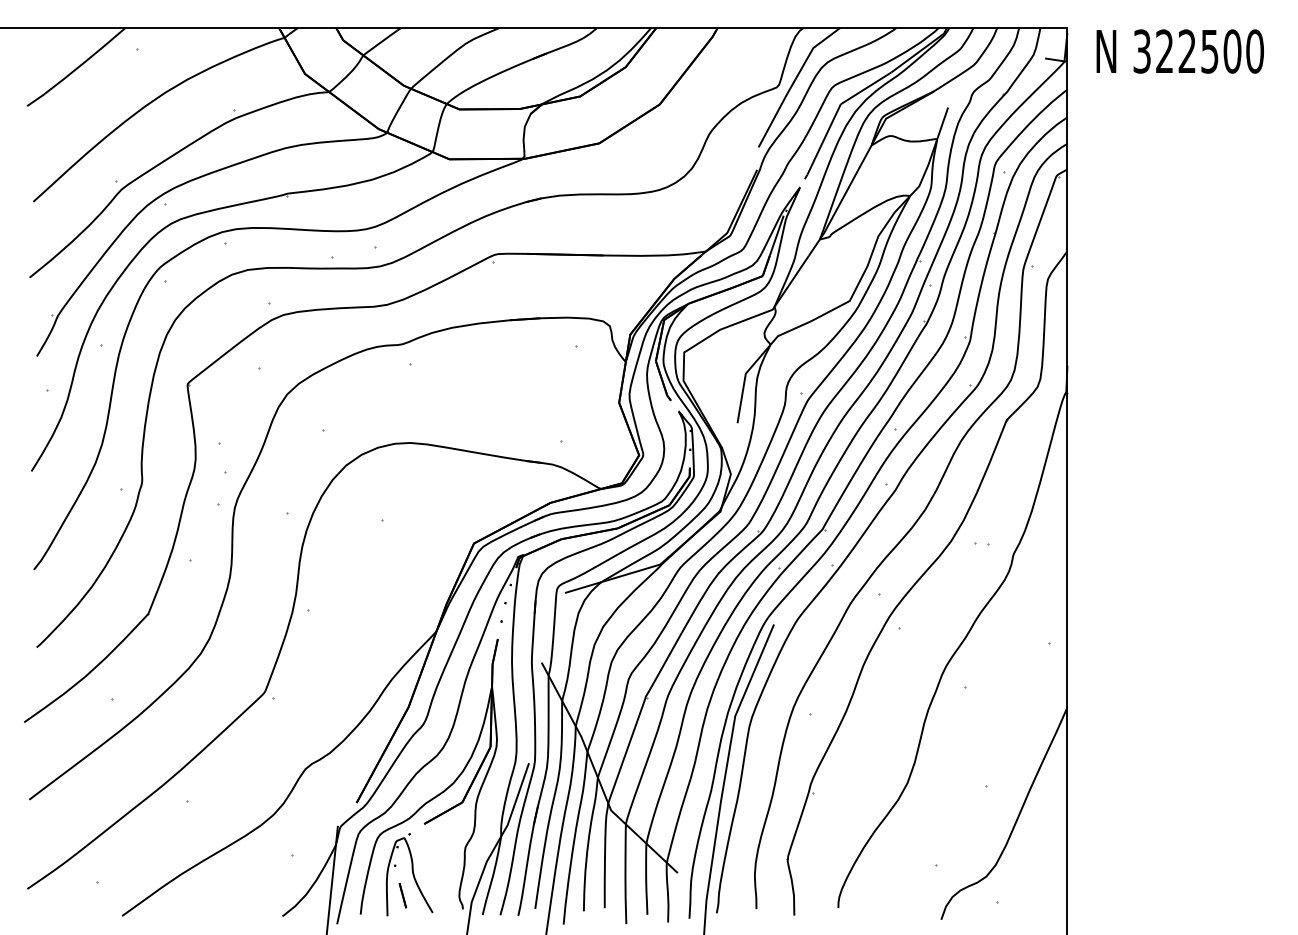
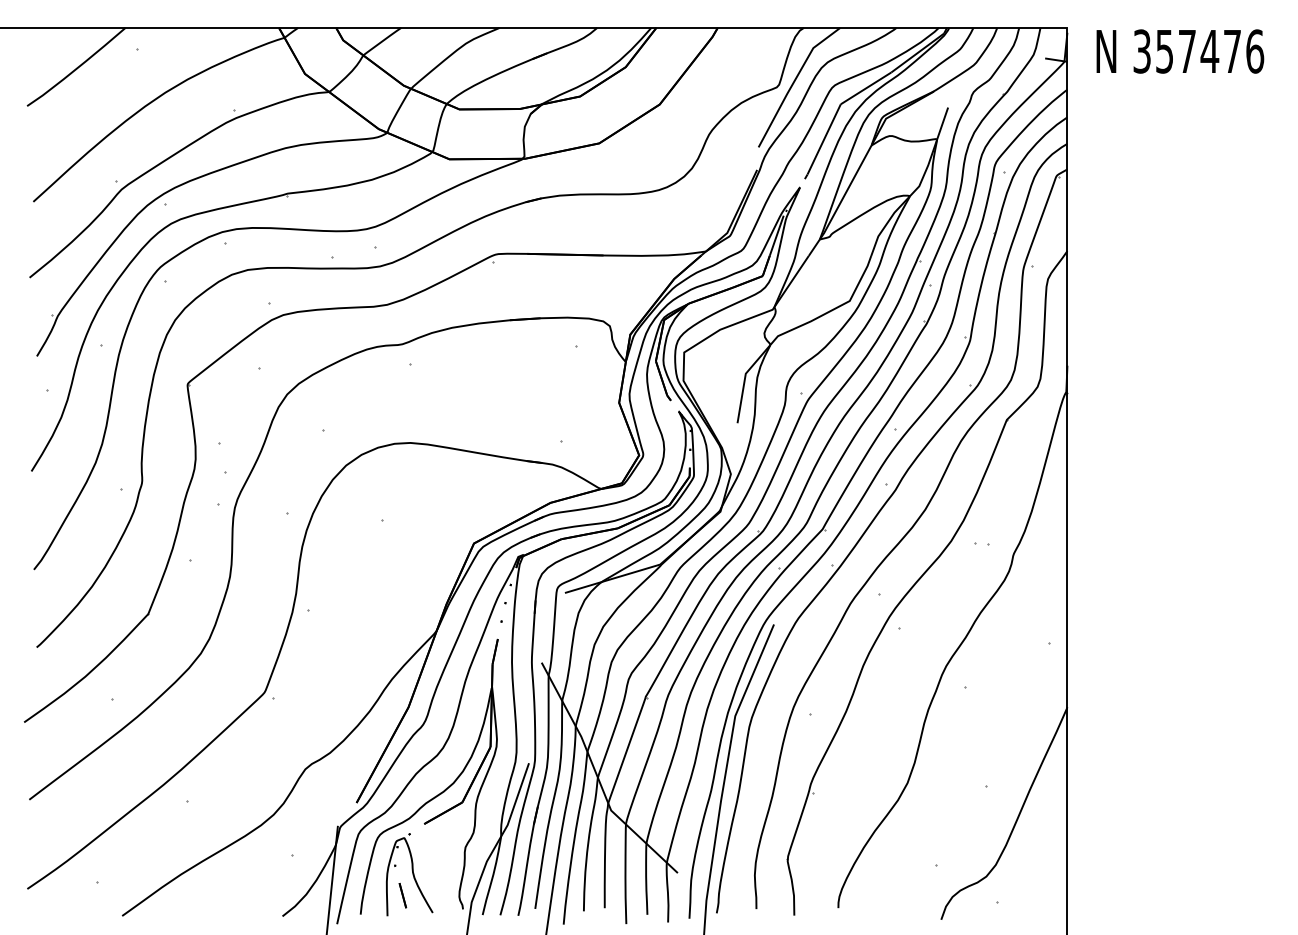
text at (1210, 51): 322500 -> 357476
